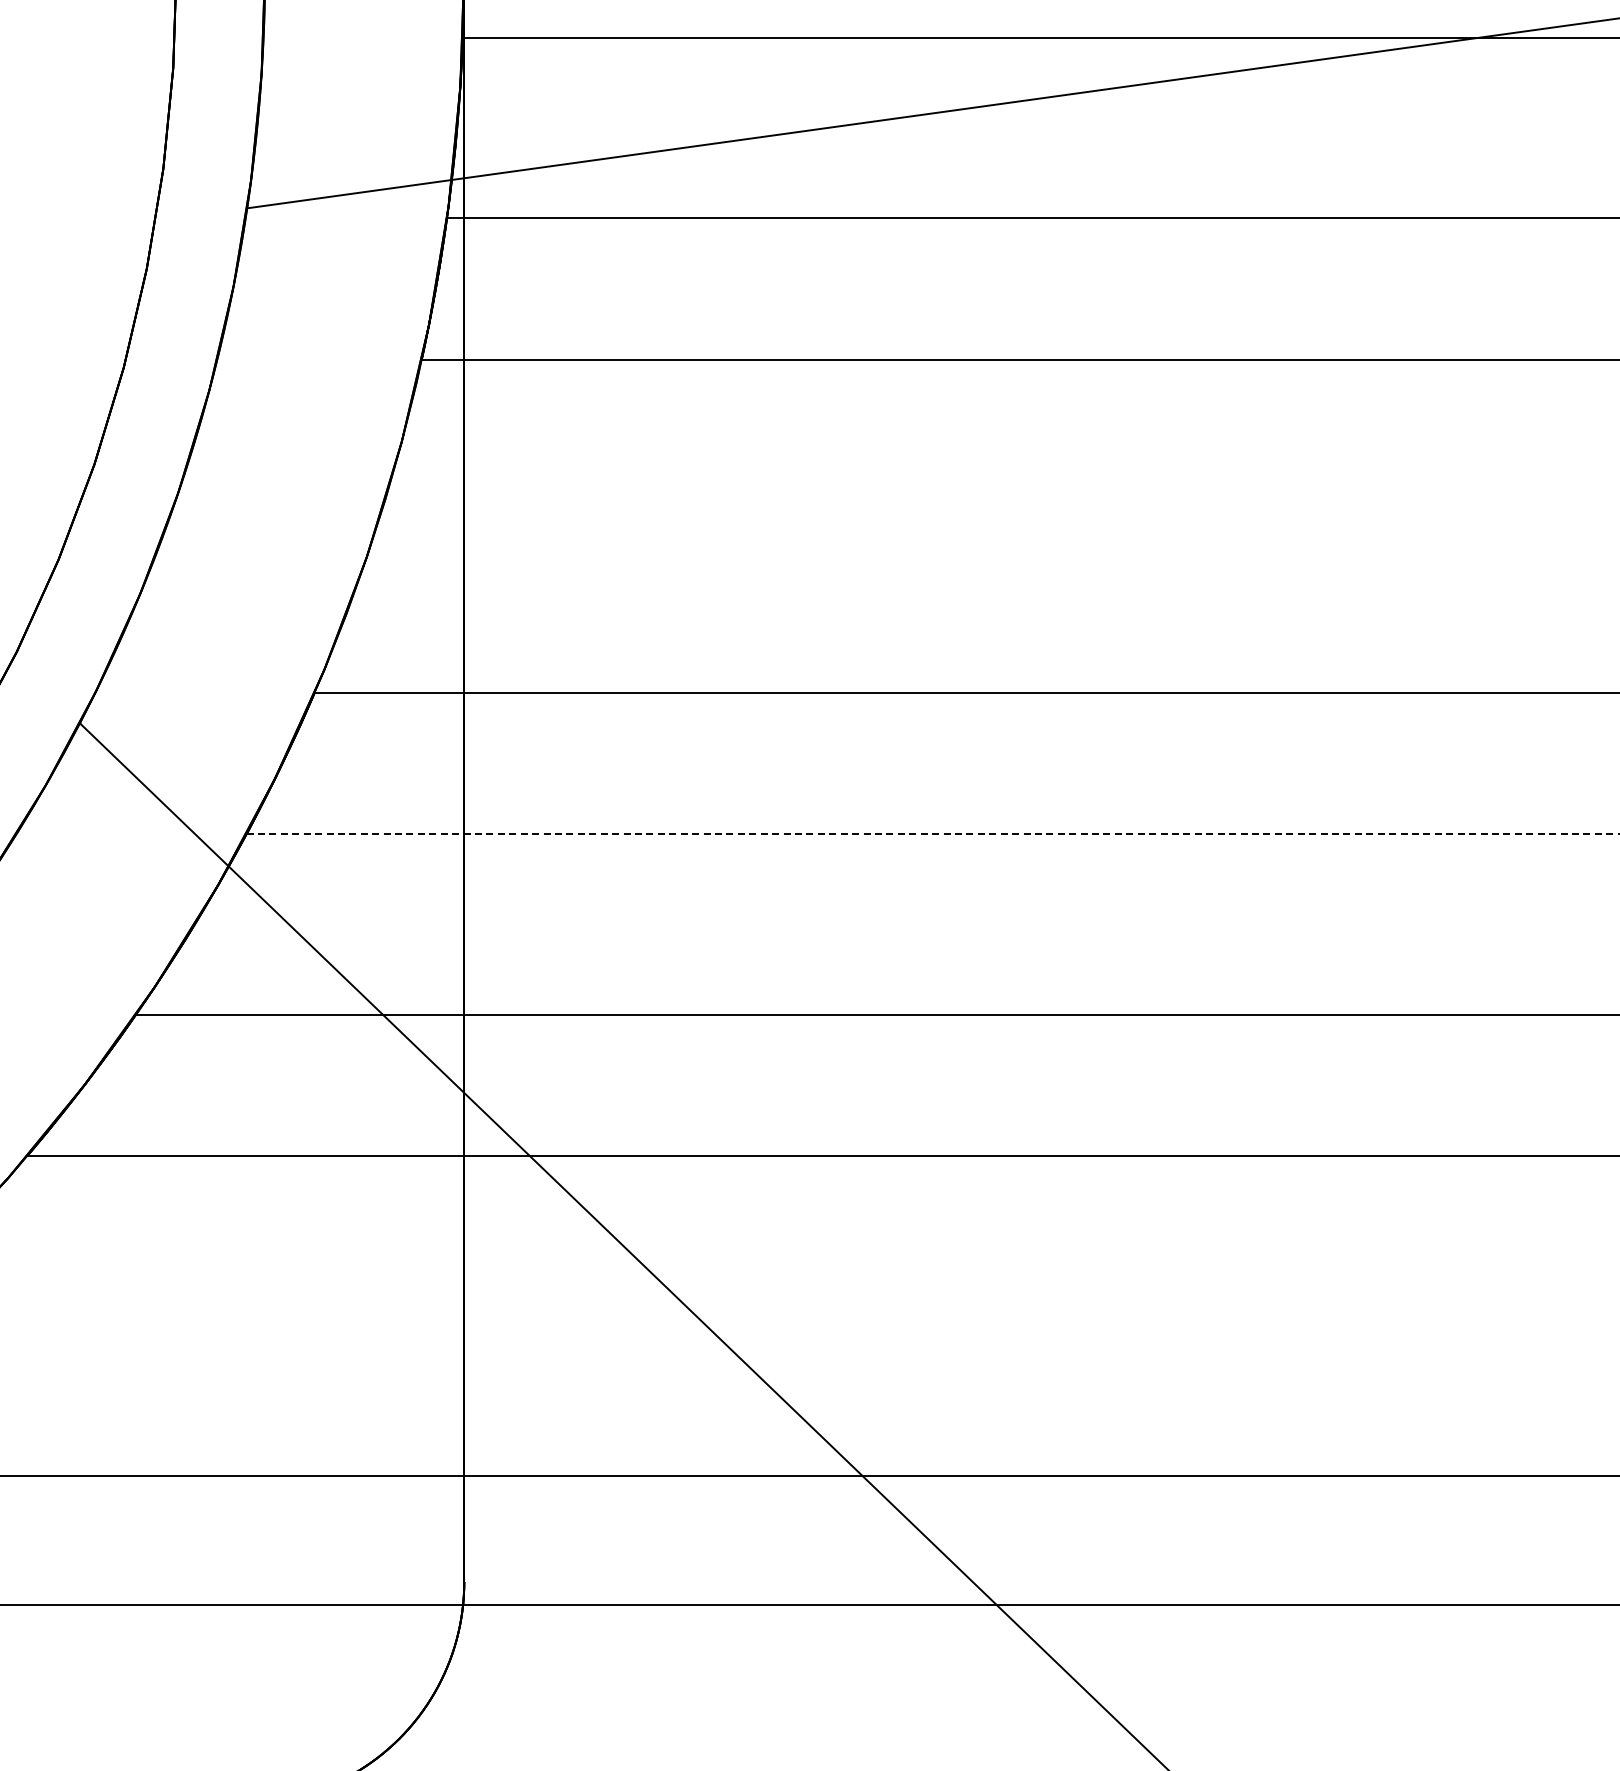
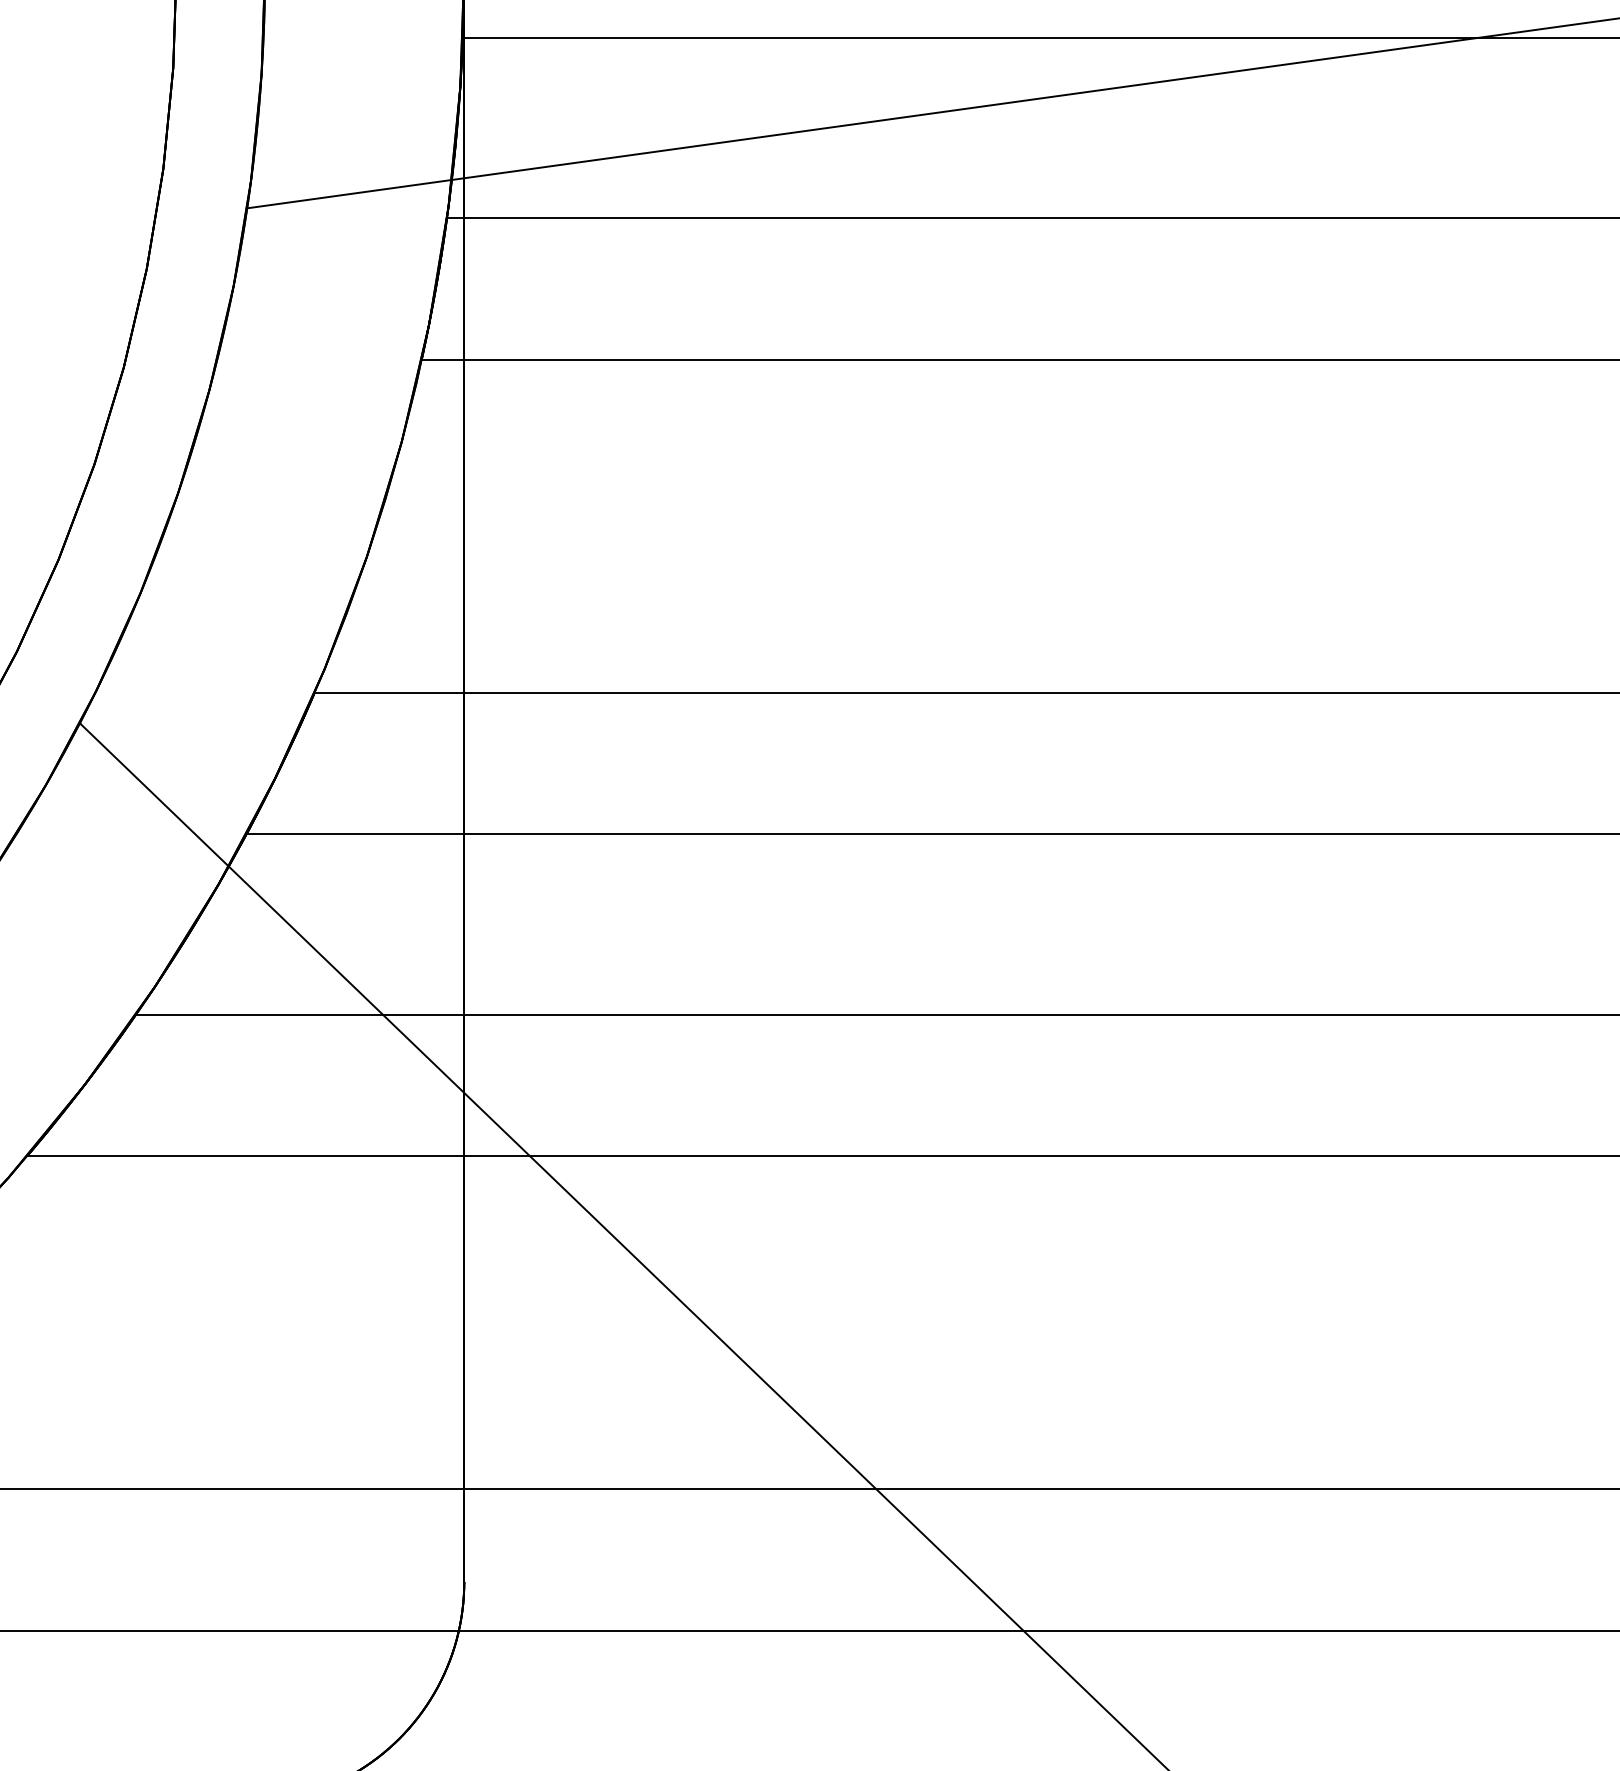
line at (933, 834): dashed -> solid
line at (809, 1476) position: (809, 1476) -> (809, 1489)
line at (809, 1604) position: (809, 1604) -> (809, 1630)
